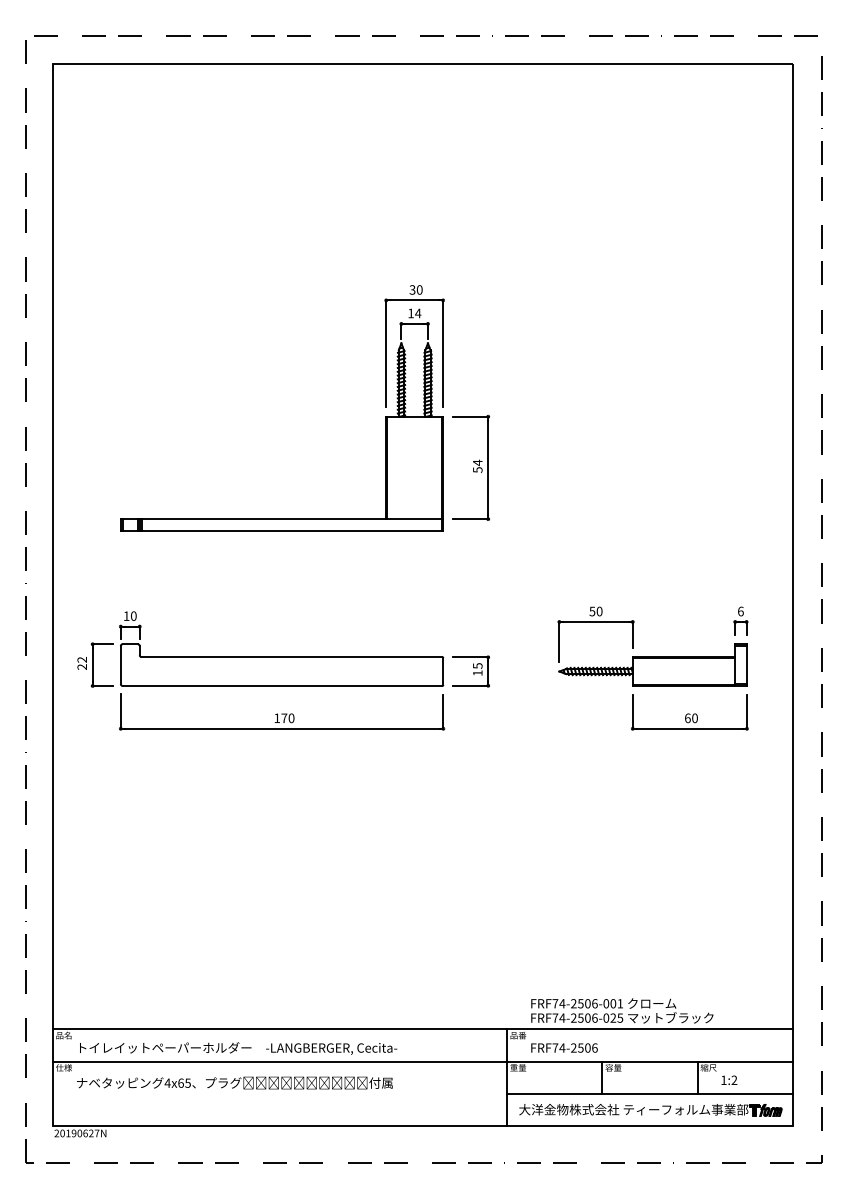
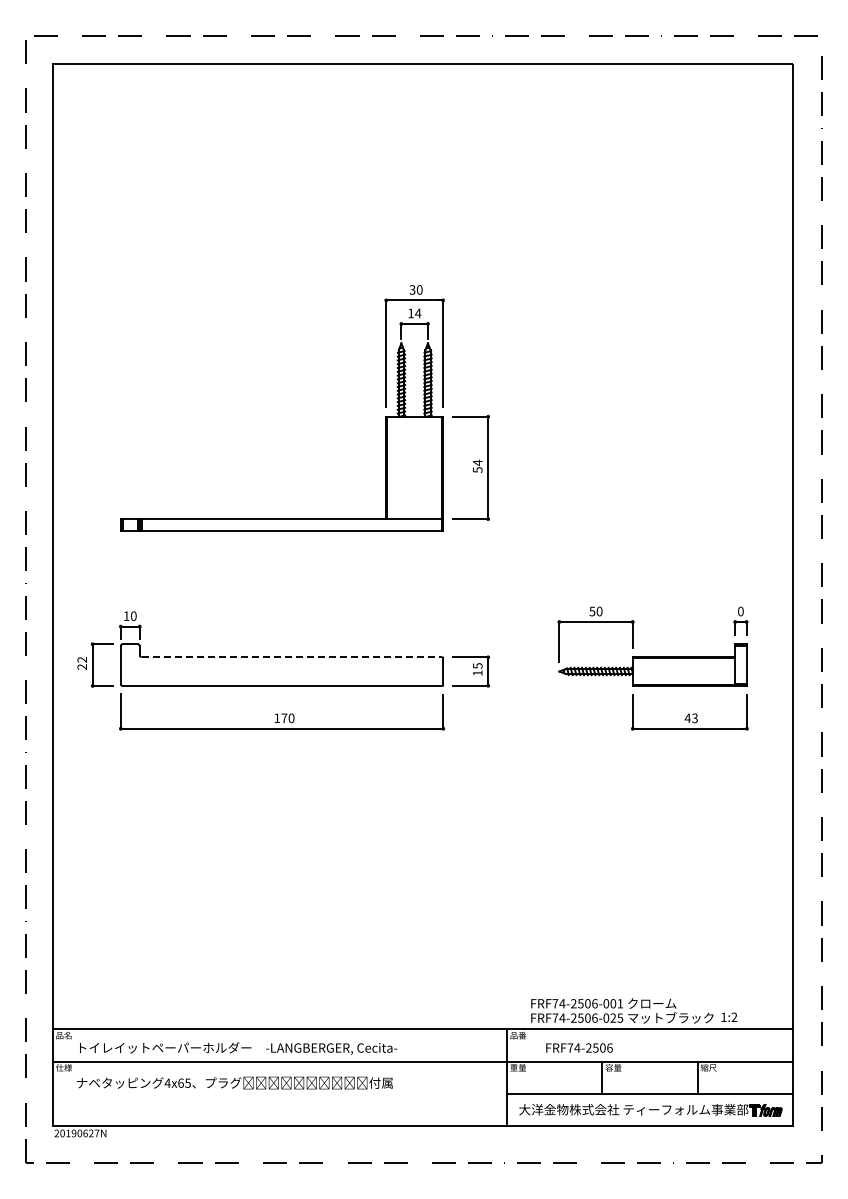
text at (740, 610): 6 -> 0
line at (292, 657): solid -> dashed
text at (690, 718): 60 -> 43
text at (564, 1047) position: (564, 1047) -> (579, 1047)
text at (729, 1079) position: (729, 1079) -> (729, 1016)
